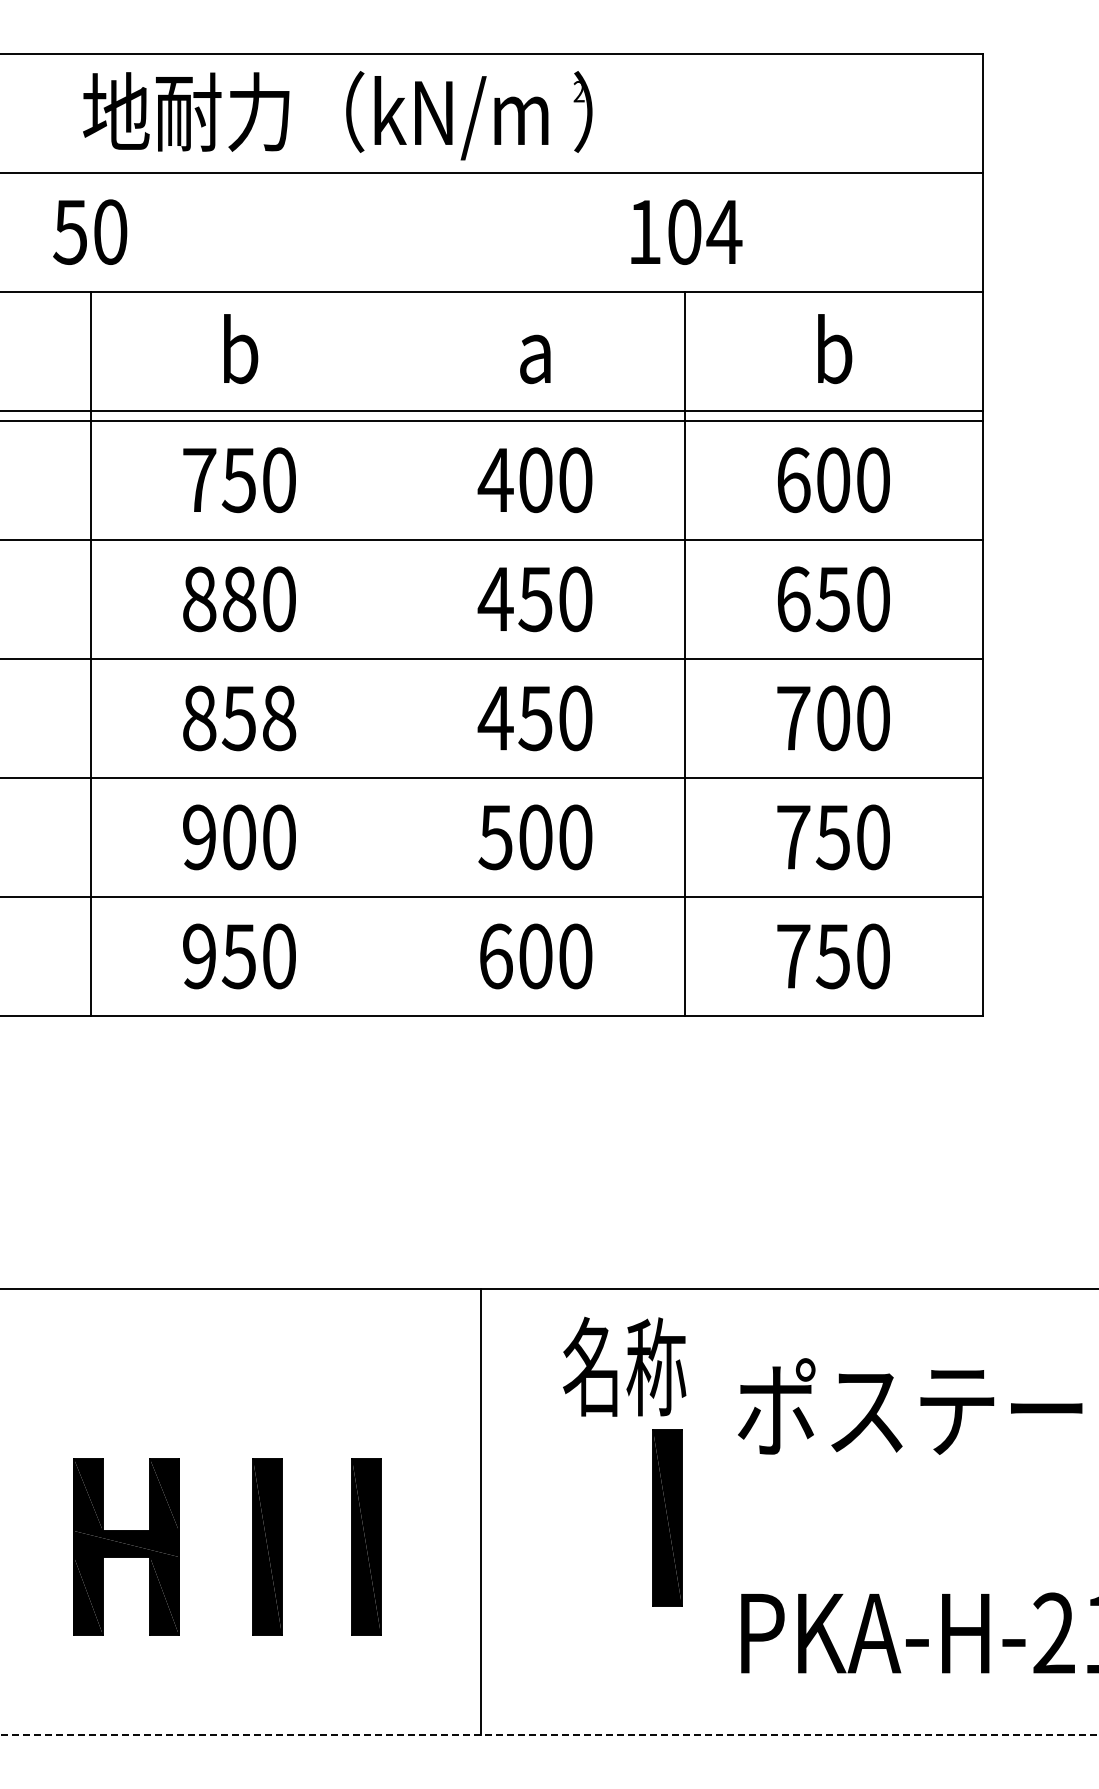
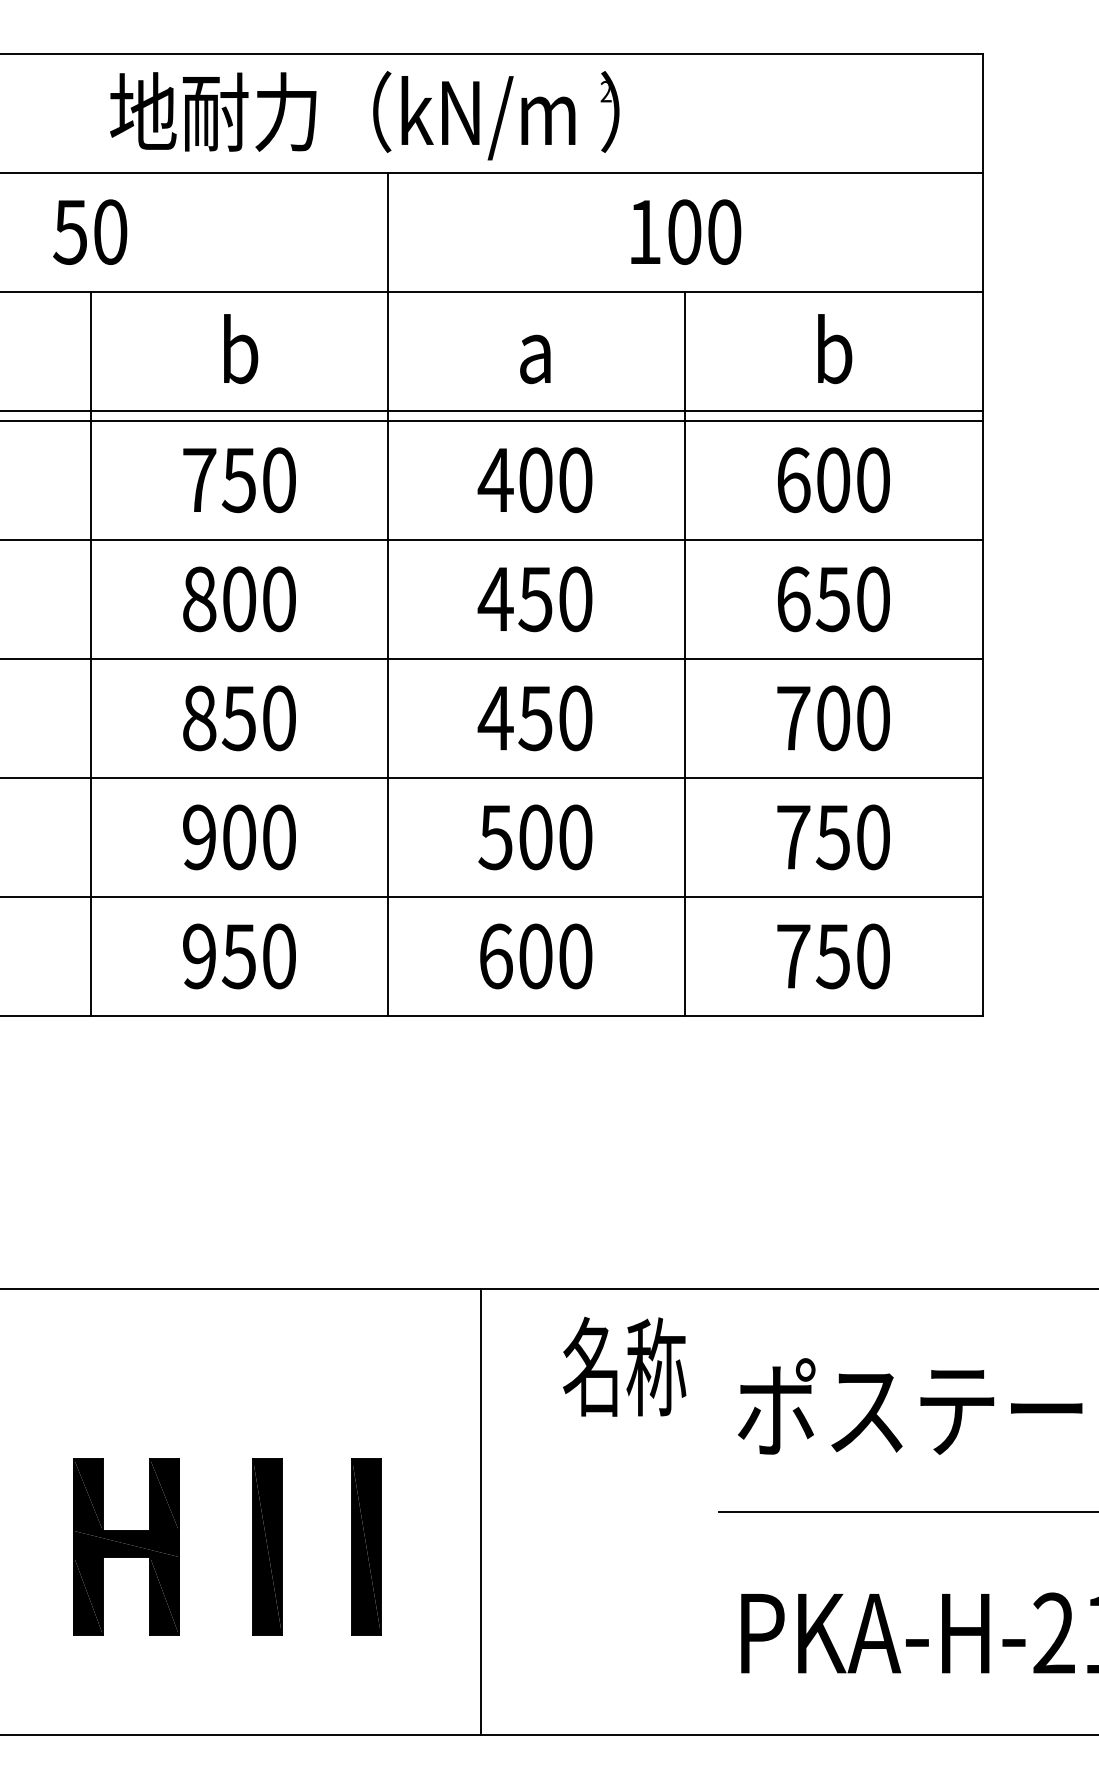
text at (337, 115) position: (337, 115) -> (364, 115)
text at (724, 231): 104 -> 100
line at (388, 594): none -> present
text at (239, 598): 880 -> 800
text at (279, 717): 858 -> 850
line at (907, 1512): none -> present
part at (667, 1517): present -> none
line at (549, 1735): dashed -> solid
